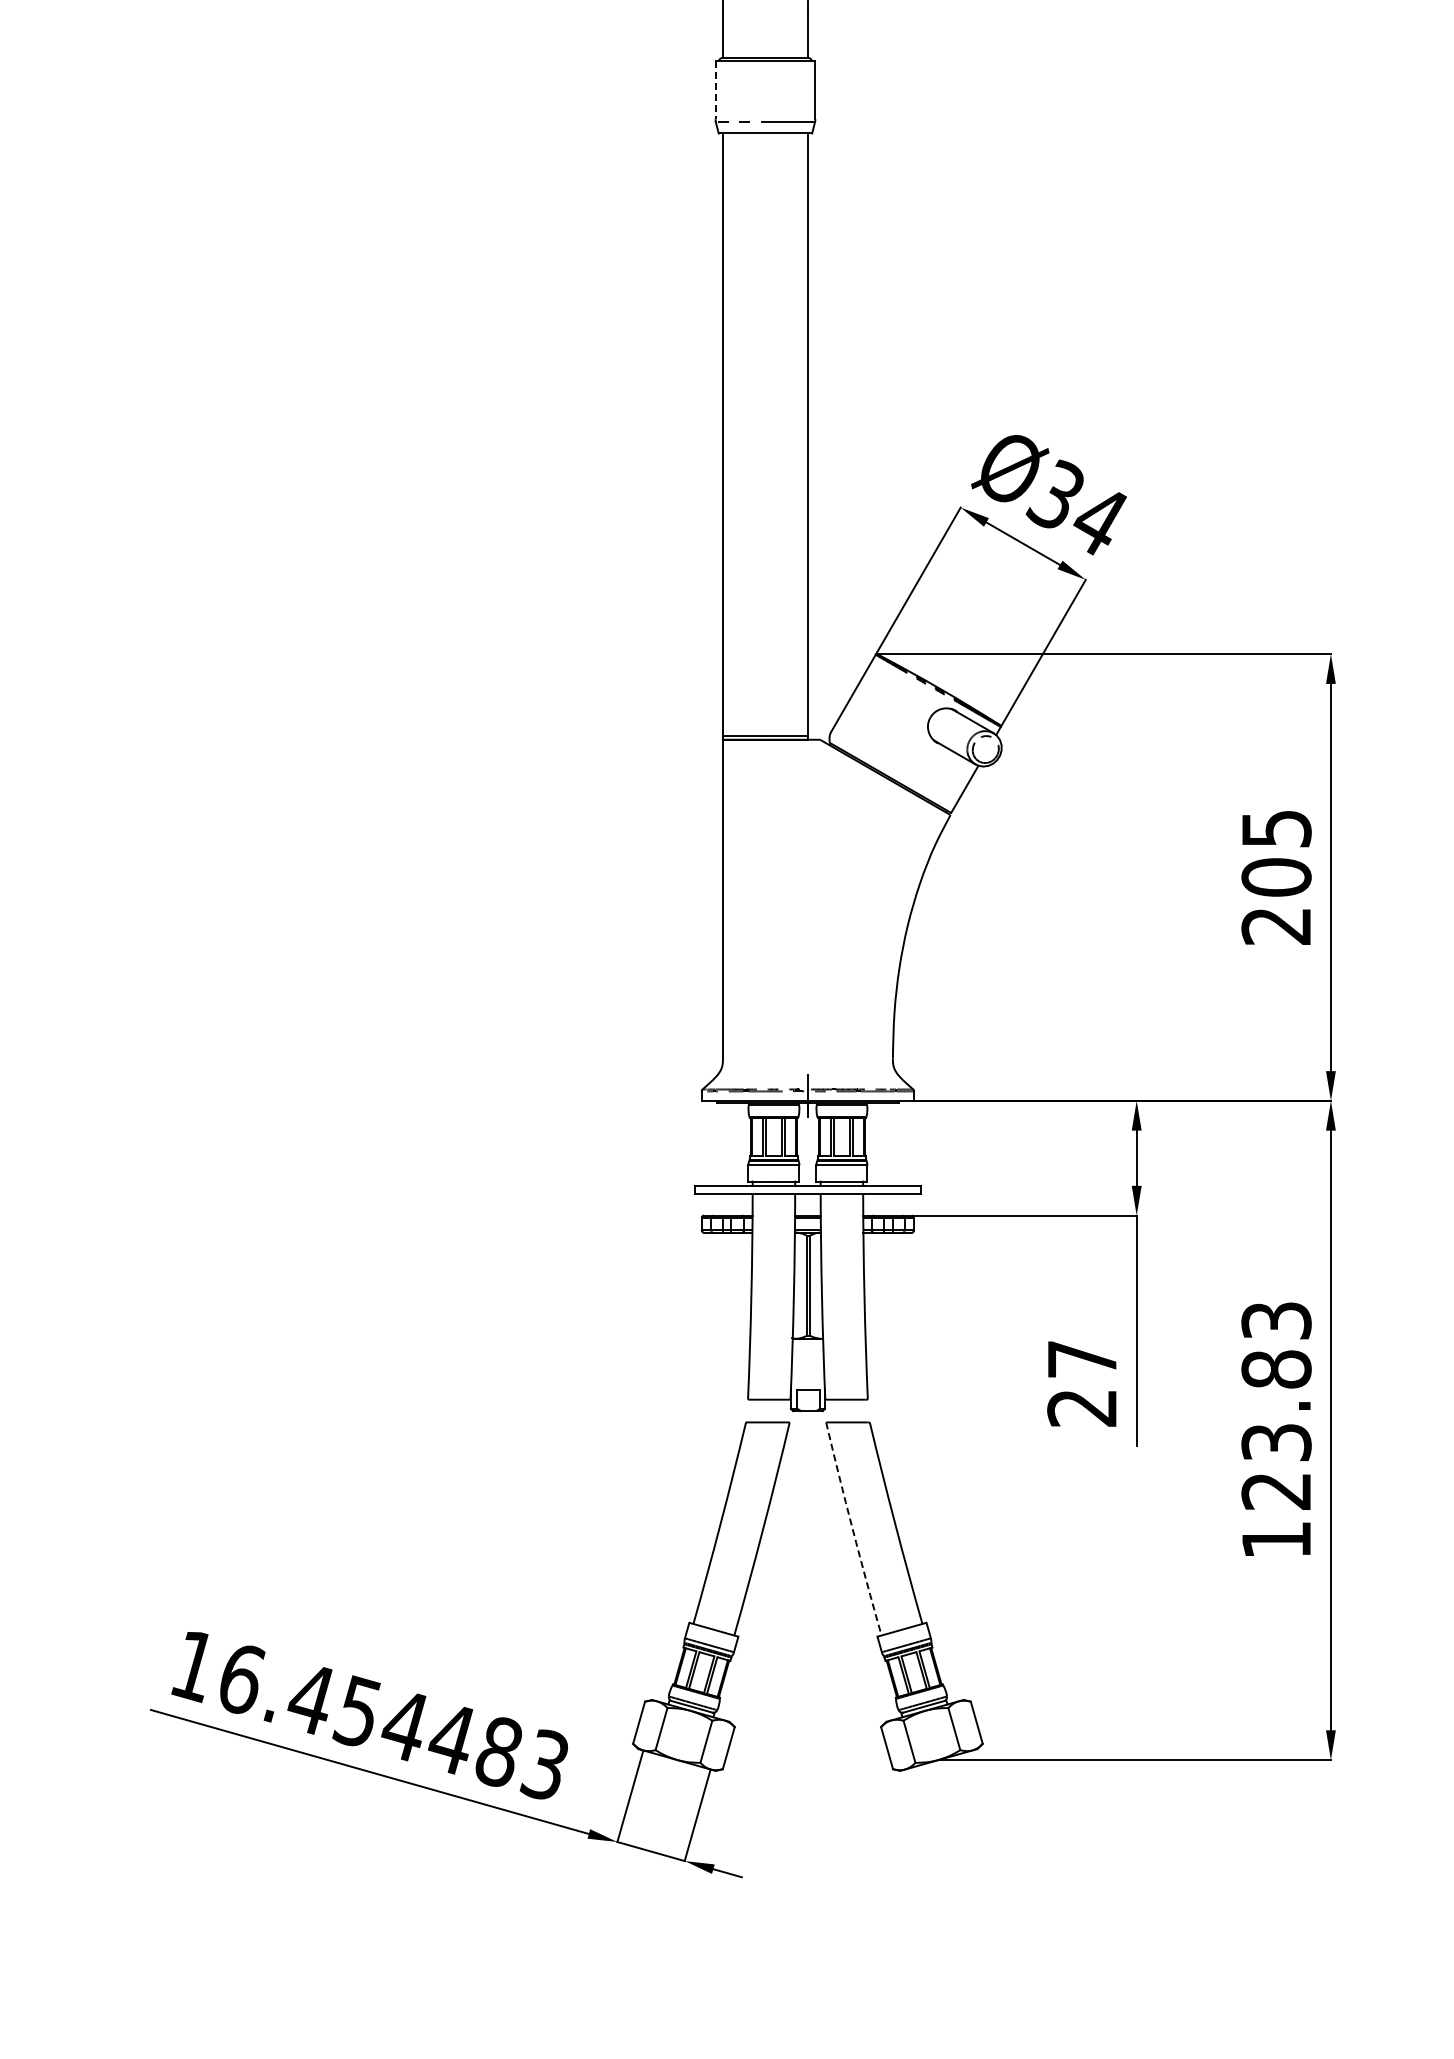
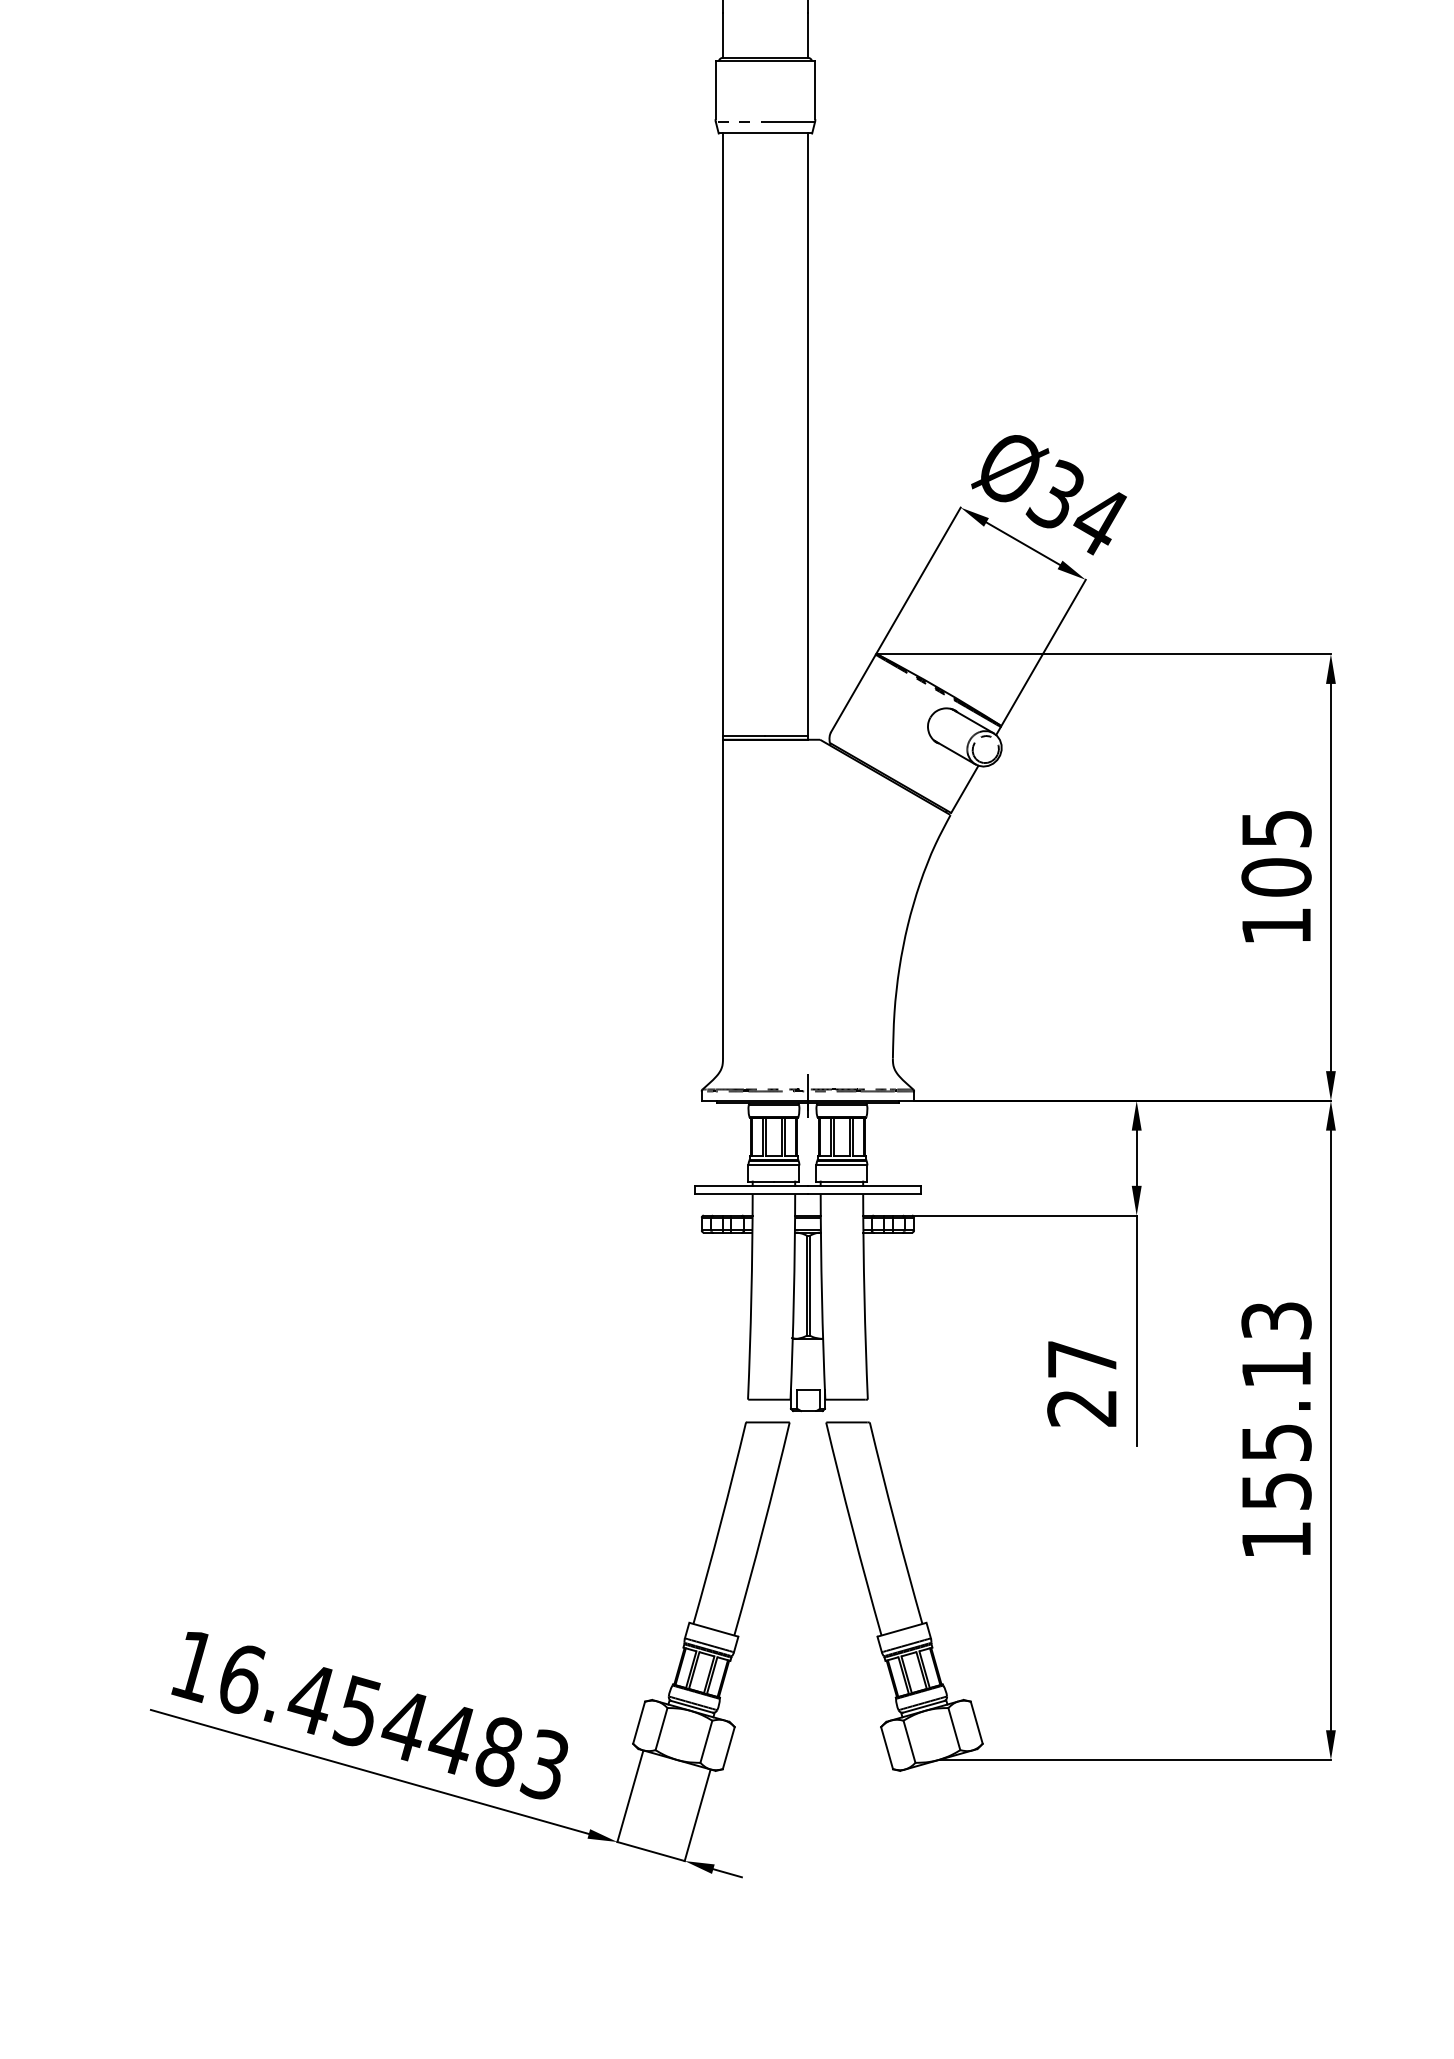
line at (715, 90): dashed -> solid
text at (1275, 926): 205 -> 105
text at (1276, 1429): 123.83 -> 155.13
arc at (852, 1529): dashed -> solid
